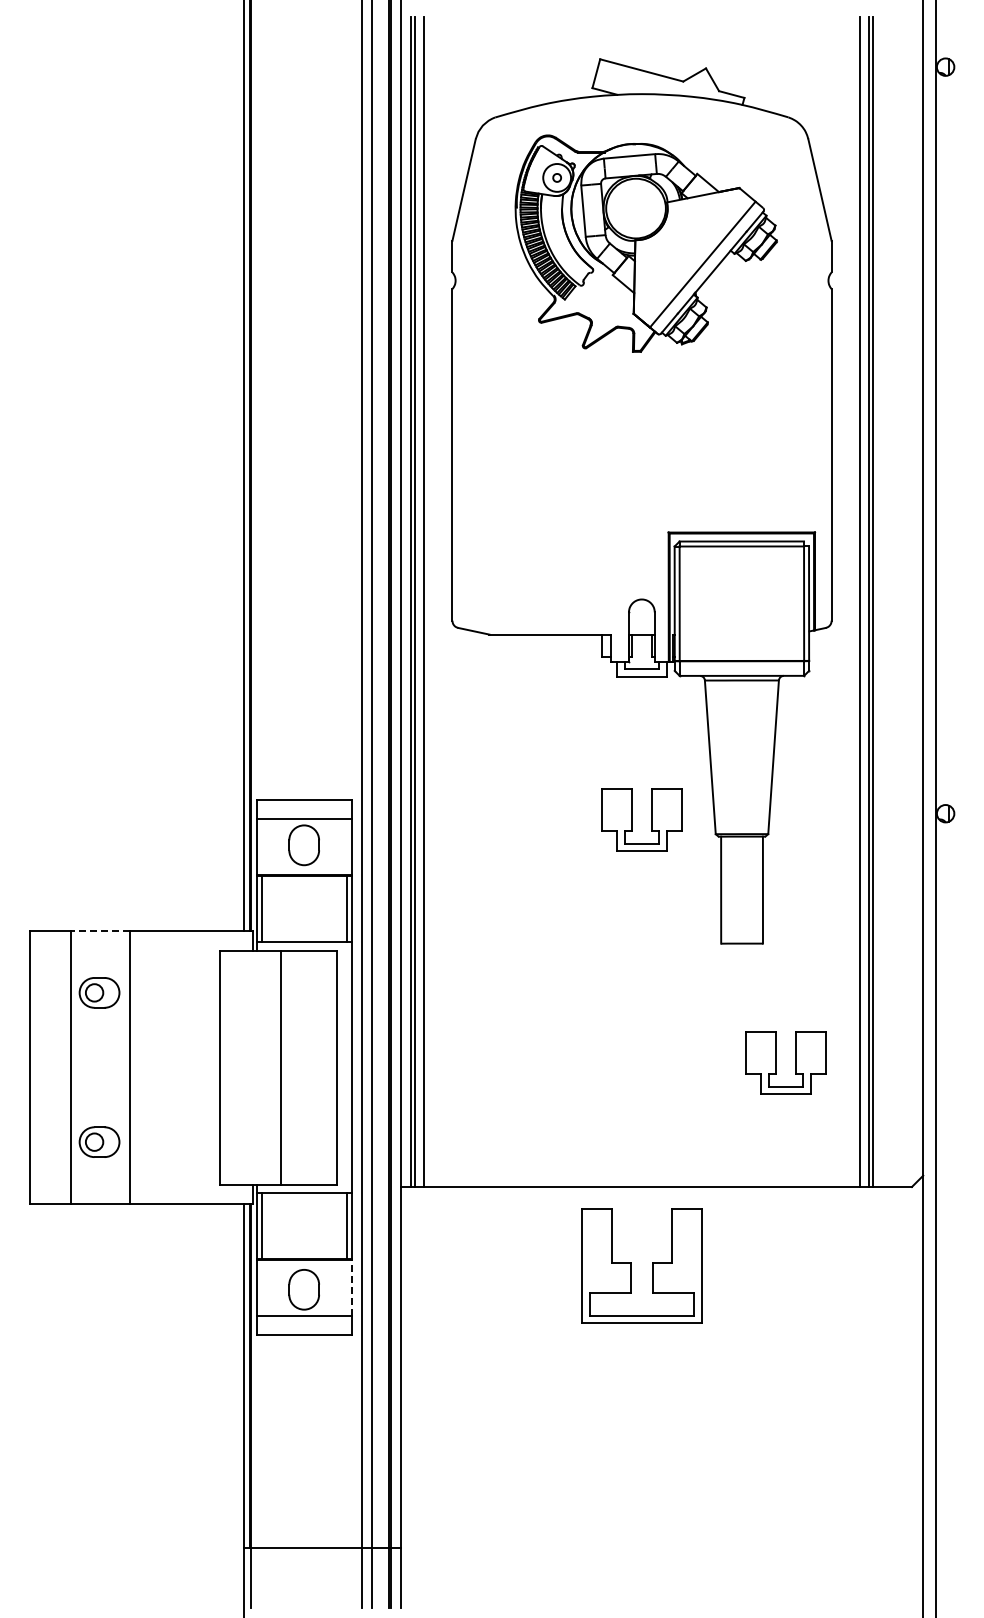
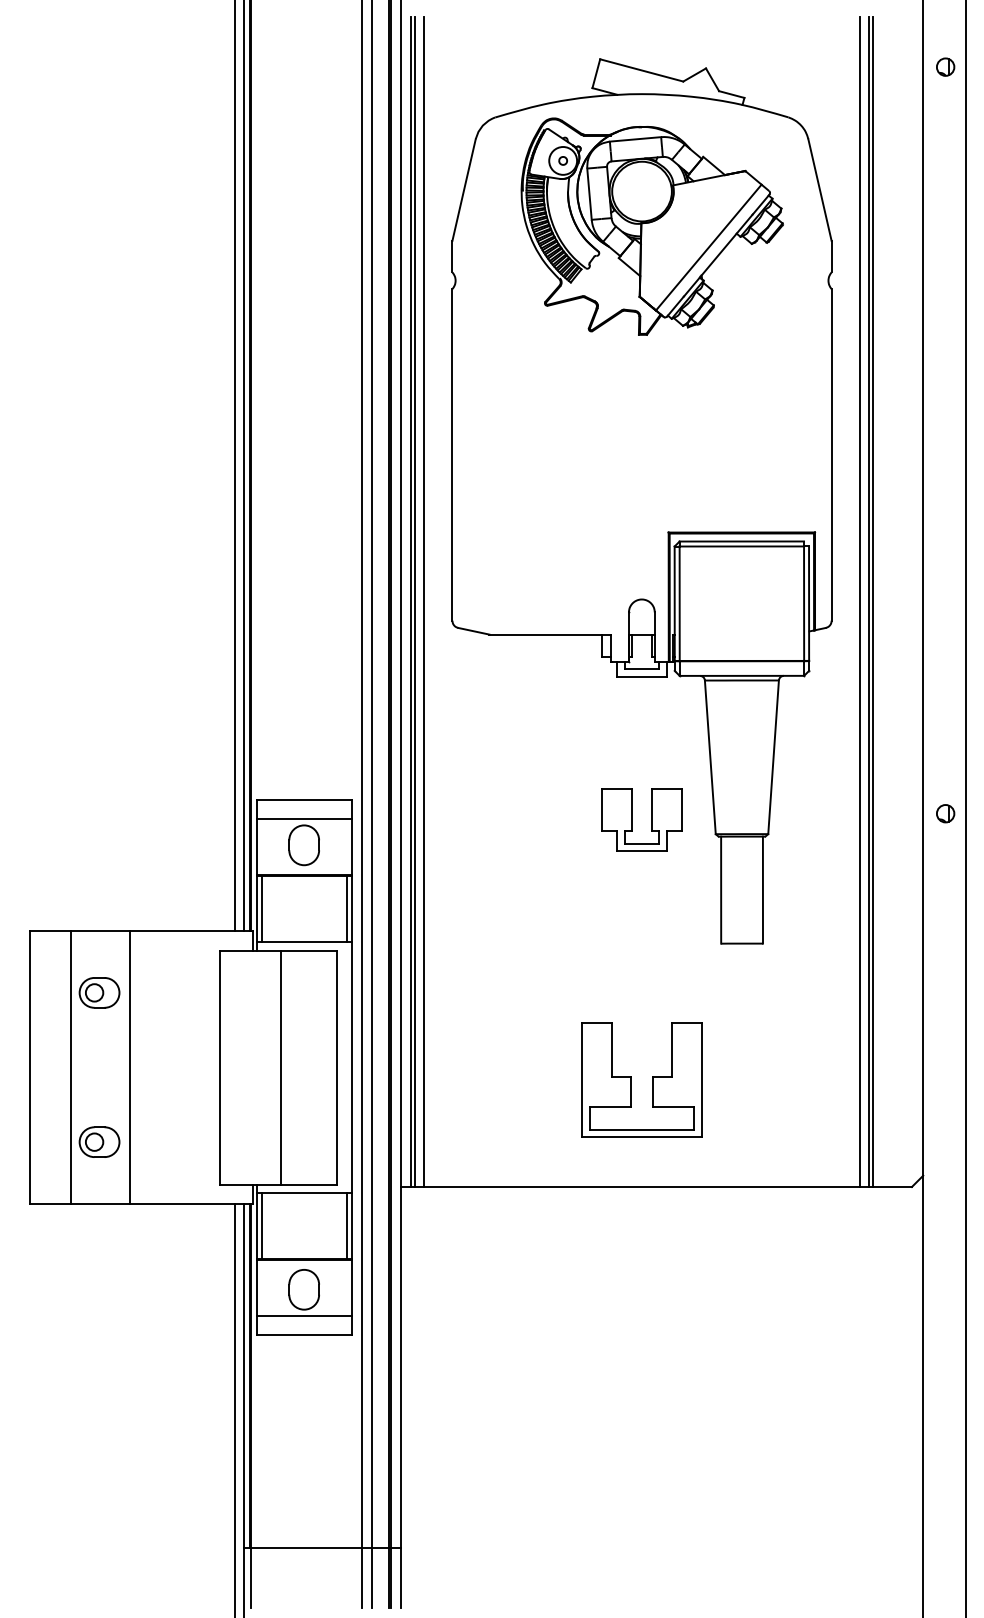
part at (645, 243) position: (645, 243) -> (651, 226)
line at (234, 466): none -> present
line at (935, 808) position: (935, 808) -> (965, 808)
line at (100, 930): dashed -> solid
part at (776, 1062): present -> none
part at (631, 1265) position: (631, 1265) -> (631, 1079)
line at (351, 1288): dashed -> solid
line at (234, 1409): none -> present
